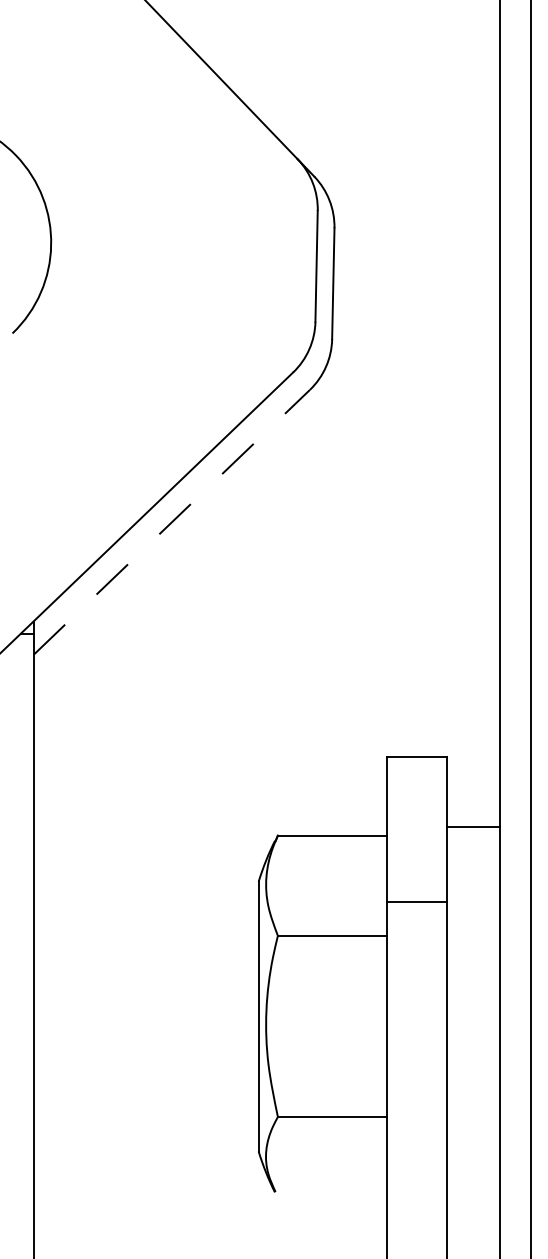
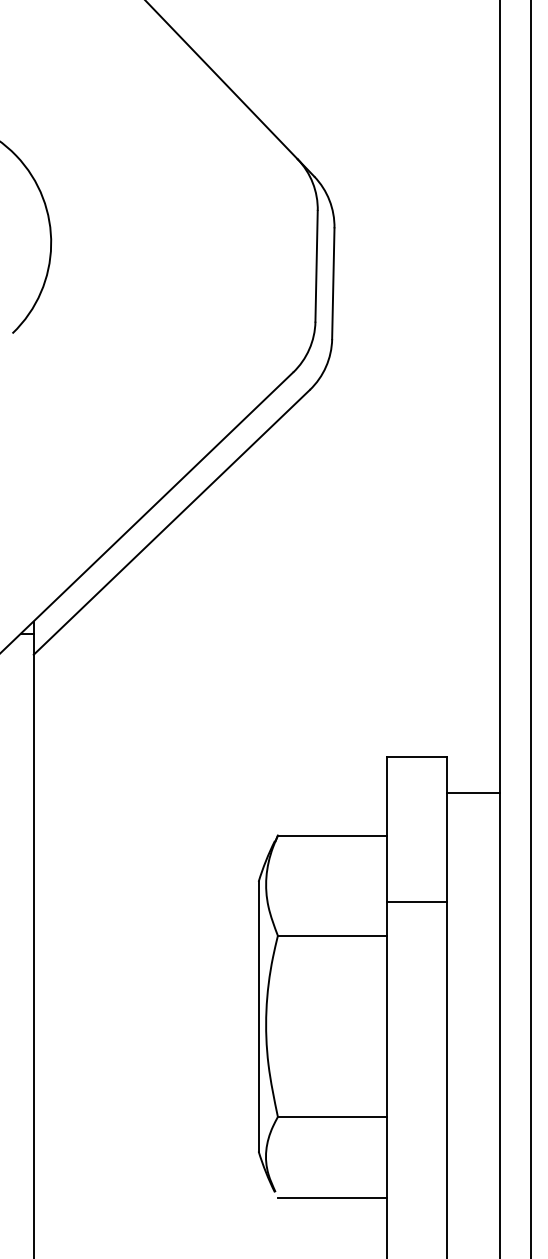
line at (172, 522): dashed -> solid
line at (473, 827) position: (473, 827) -> (473, 793)
line at (331, 1197): none -> present
